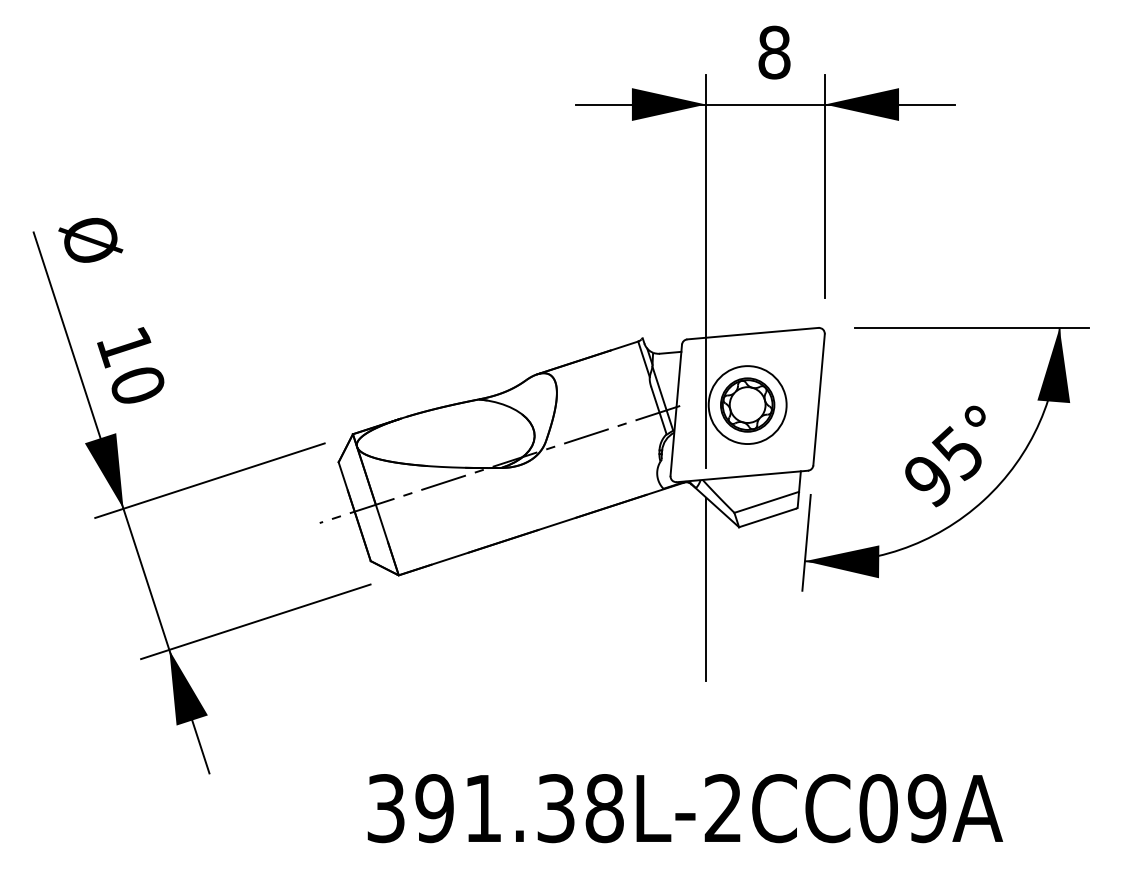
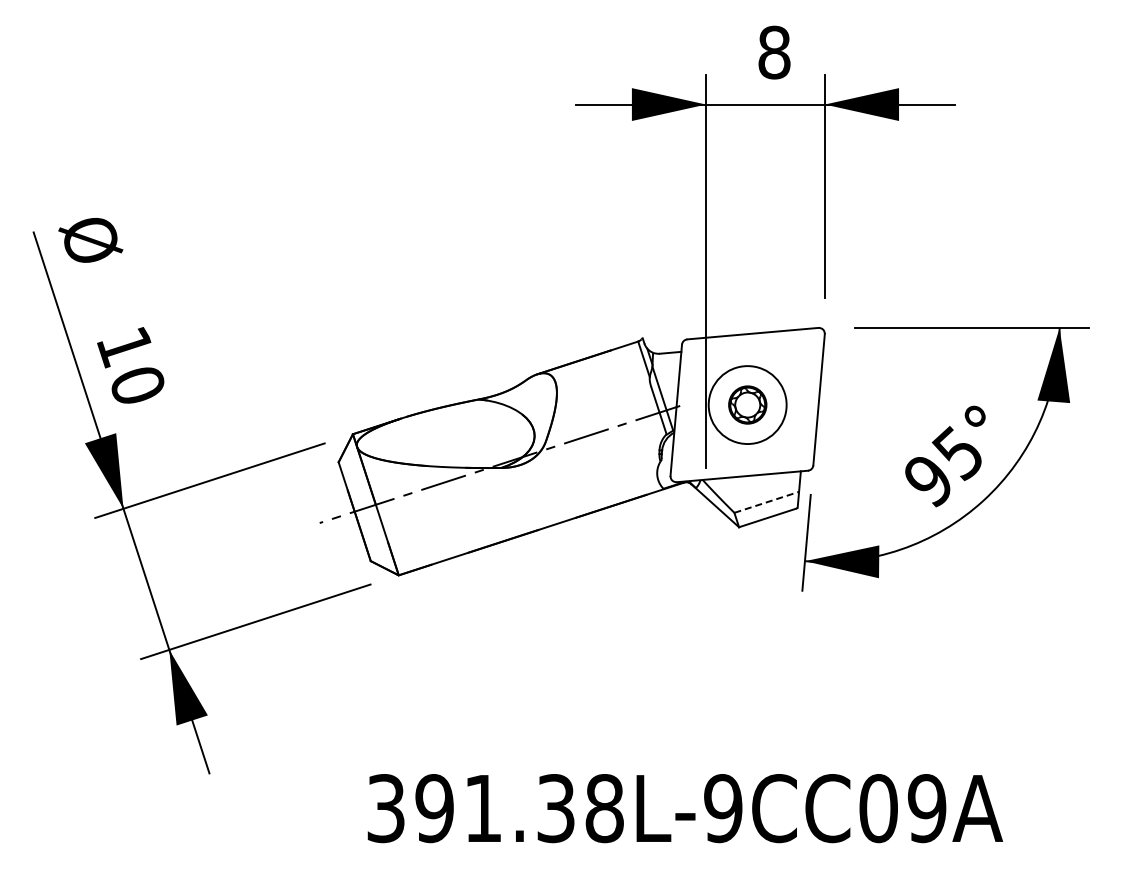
part at (747, 404) size: 56x56 px -> 40x40 px
line at (766, 502): solid -> dashed
line at (706, 589): present -> none
text at (723, 808): 391.38L-2CC09A -> 391.38L-9CC09A
